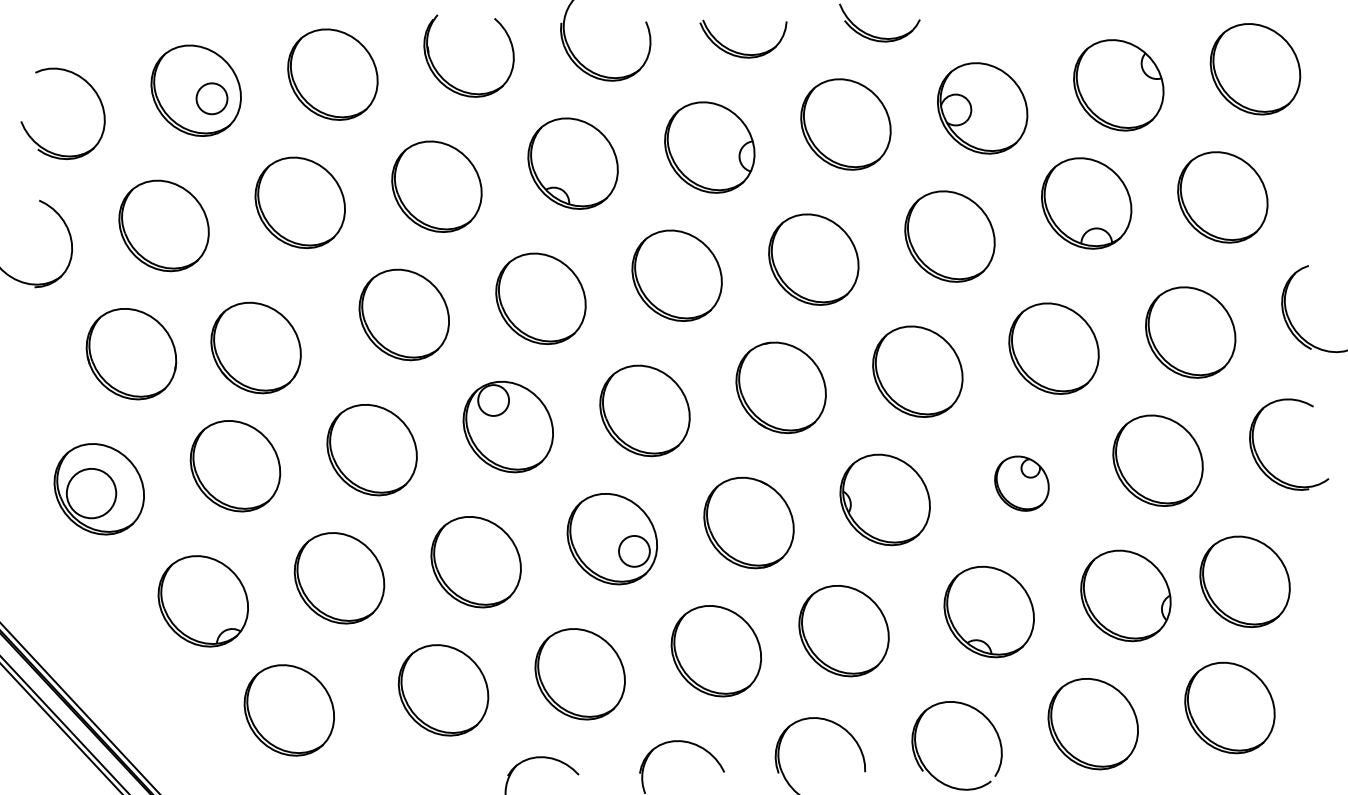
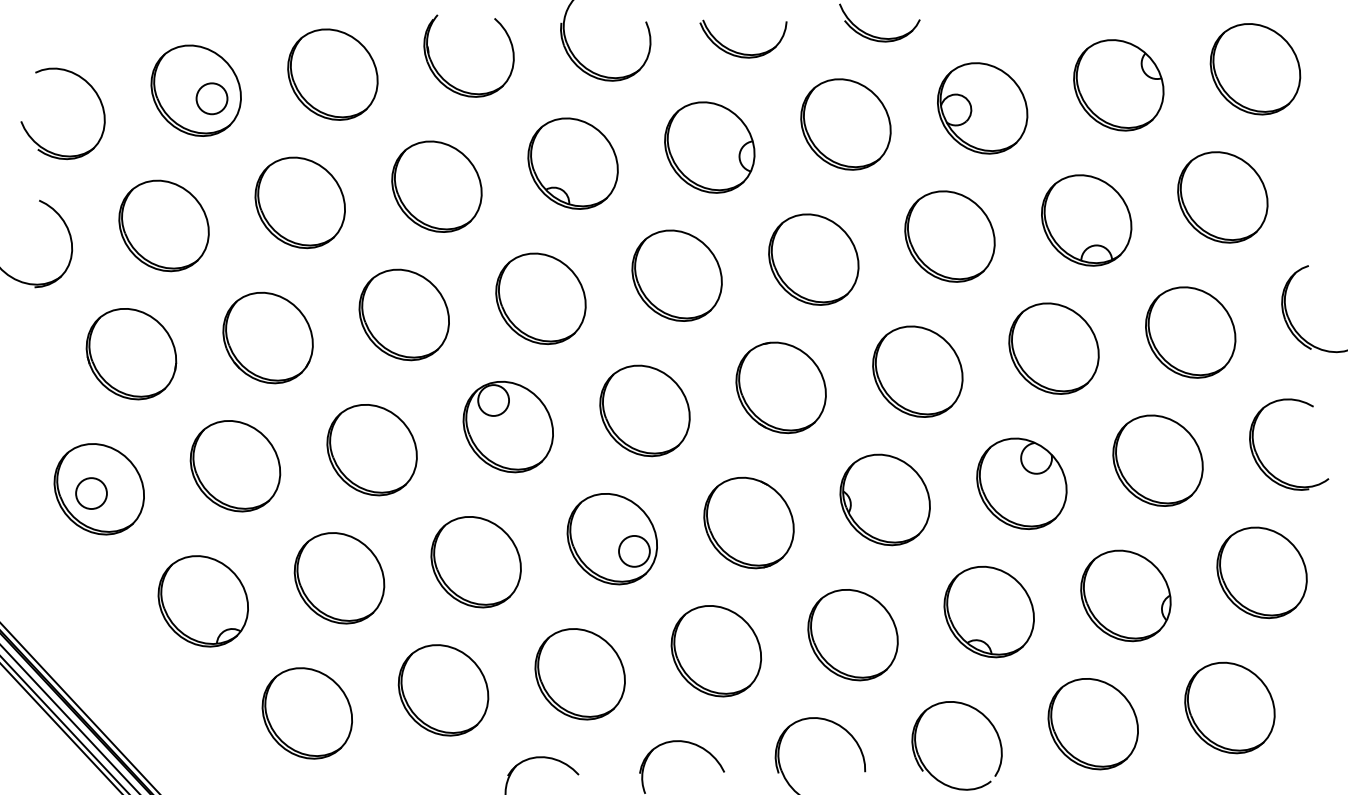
part at (1086, 203) position: (1086, 203) -> (1086, 220)
part at (255, 347) position: (255, 347) -> (267, 337)
part at (1021, 483) size: 56x57 px -> 92x93 px
circle at (91, 493) diameter: 49 px -> 31 px
part at (1244, 581) position: (1244, 581) -> (1261, 572)
part at (843, 631) position: (843, 631) -> (852, 635)
part at (288, 710) position: (288, 710) -> (306, 713)
line at (69, 719): none -> present
